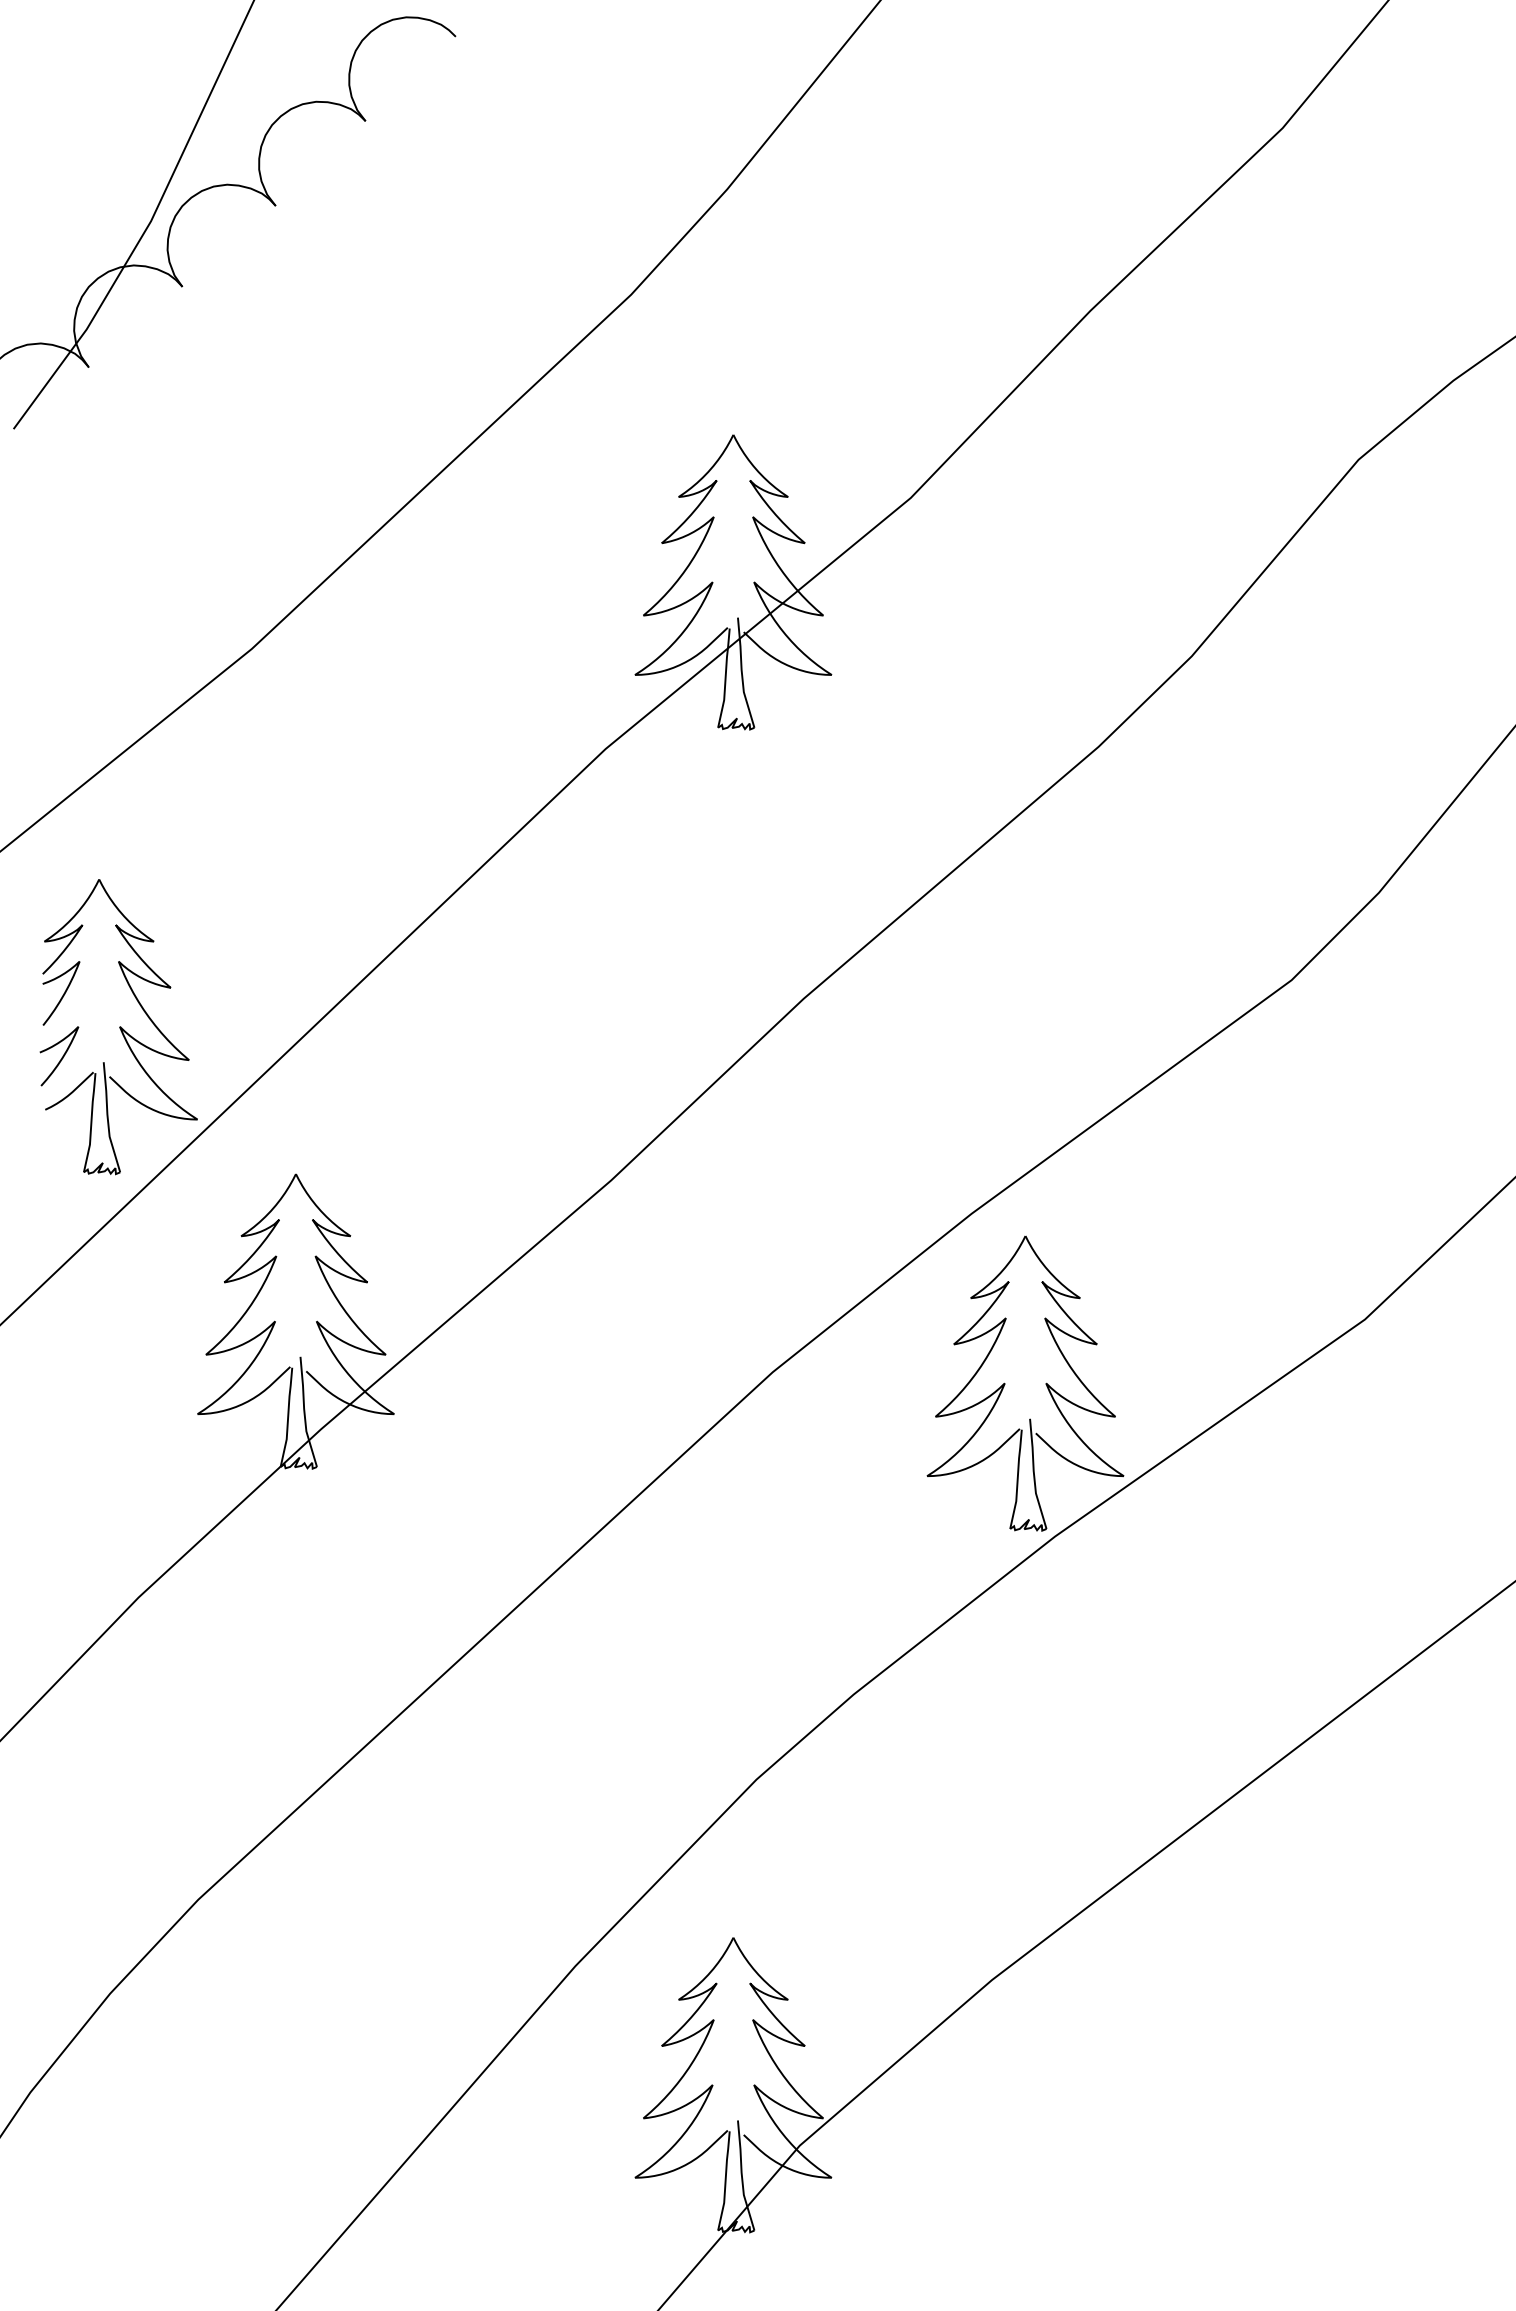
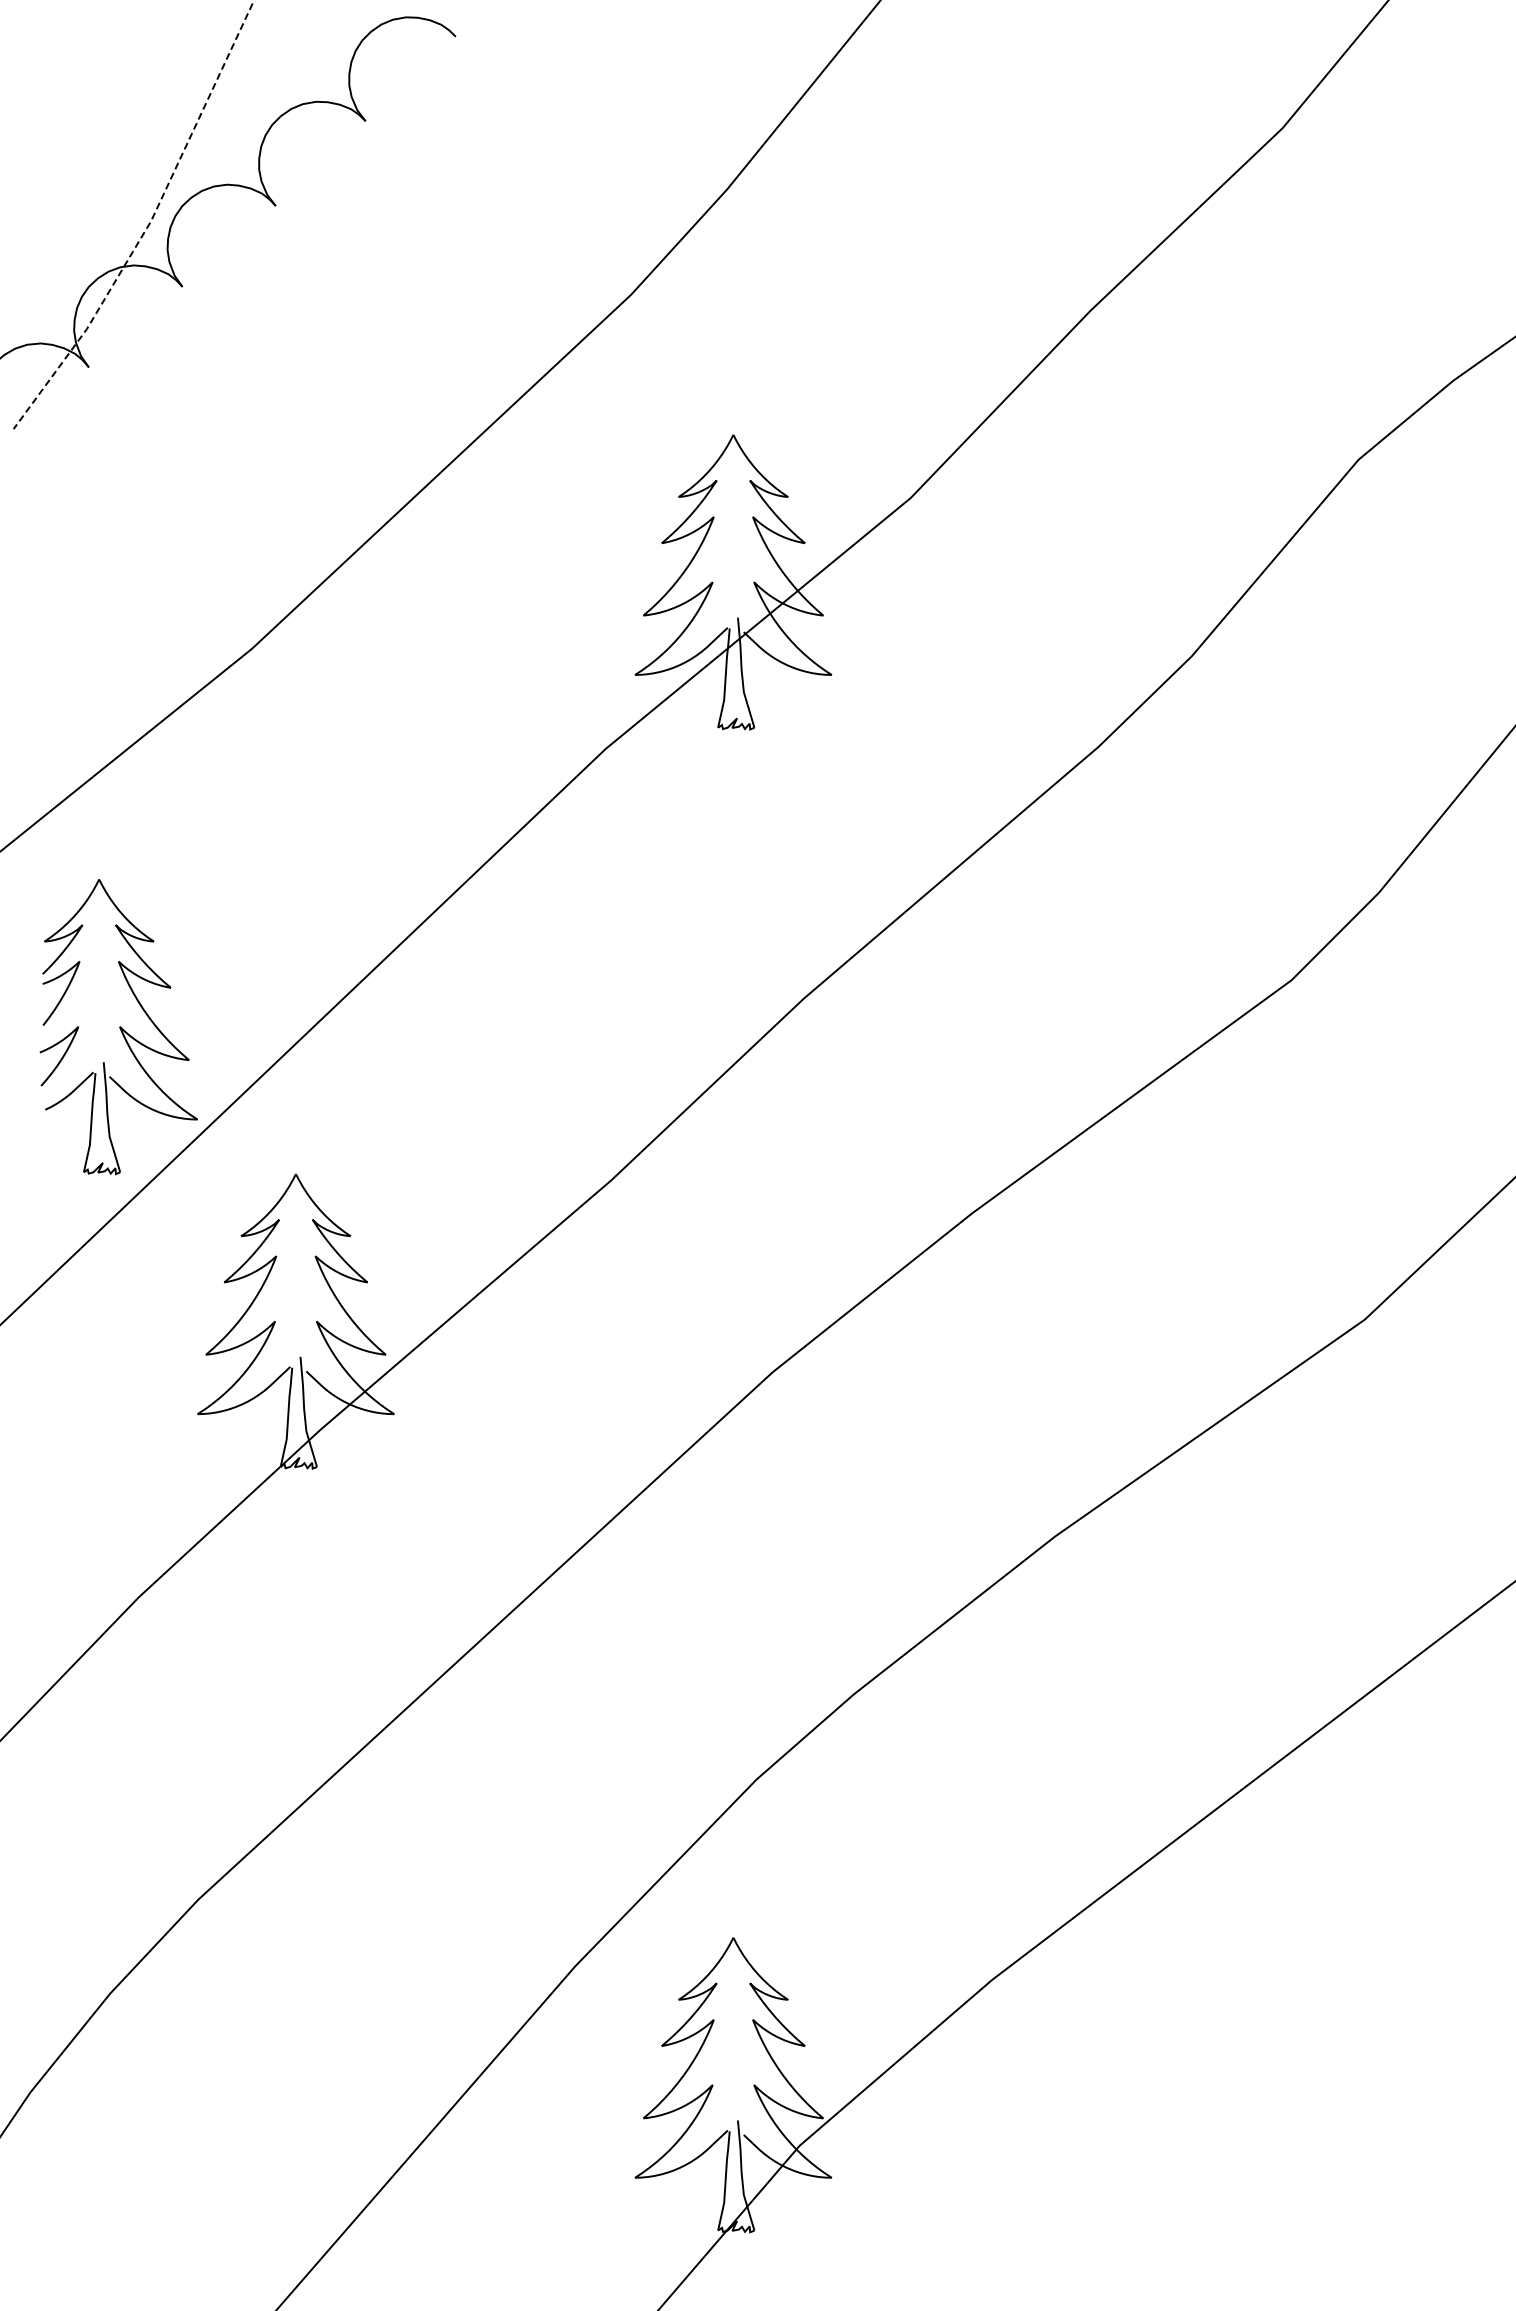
line at (149, 223): solid -> dashed
part at (1005, 1383): present -> none
